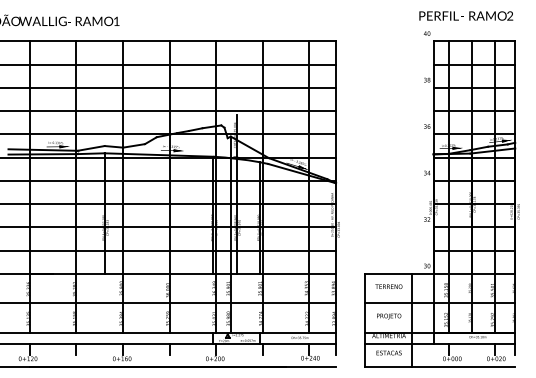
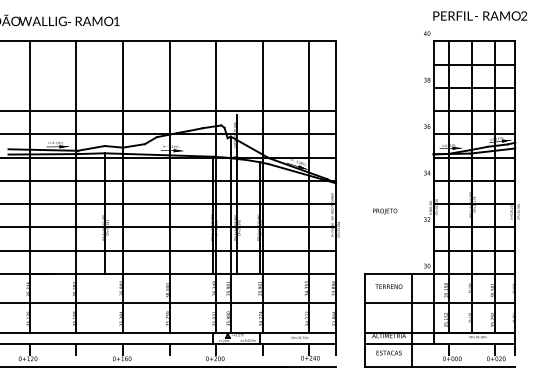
text at (466, 15) position: (466, 15) -> (480, 15)
line at (169, 64): present -> none
line at (169, 87): present -> none
text at (389, 316) position: (389, 316) -> (385, 211)
